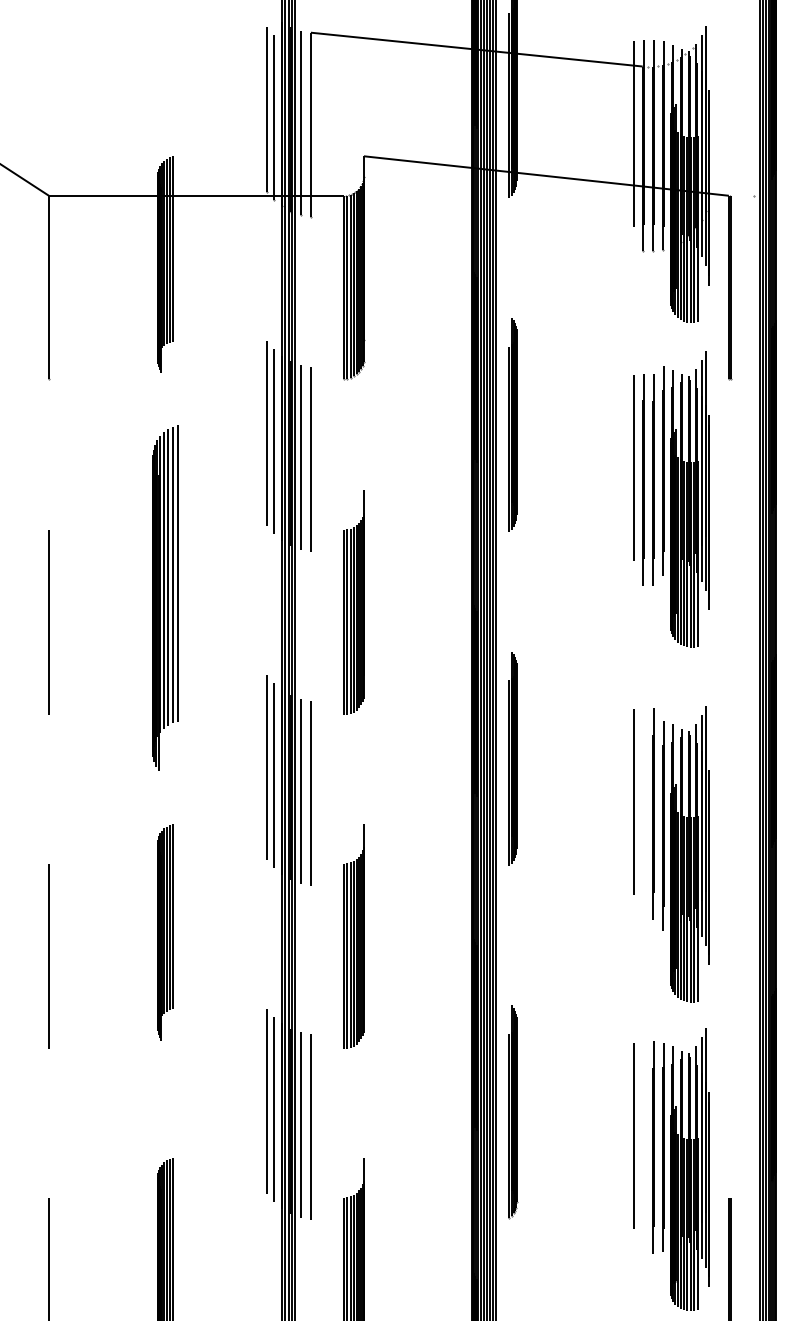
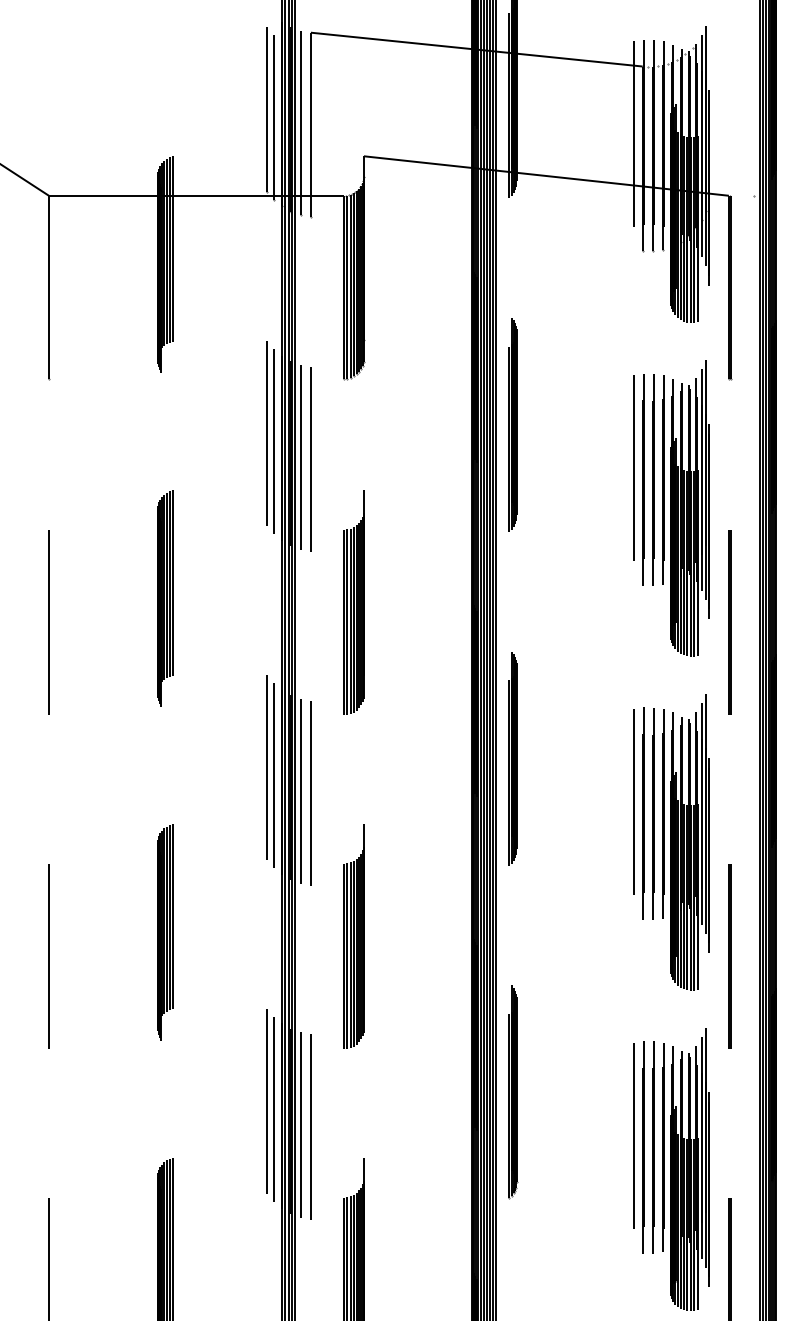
part at (685, 499) position: (685, 499) -> (685, 508)
part at (165, 597) size: 27x346 px -> 17x217 px
line at (729, 622): none -> present
line at (643, 813): none -> present
part at (685, 854) position: (685, 854) -> (685, 842)
line at (729, 956): none -> present
part at (513, 1112) position: (513, 1112) -> (513, 1092)
line at (643, 1147): none -> present
